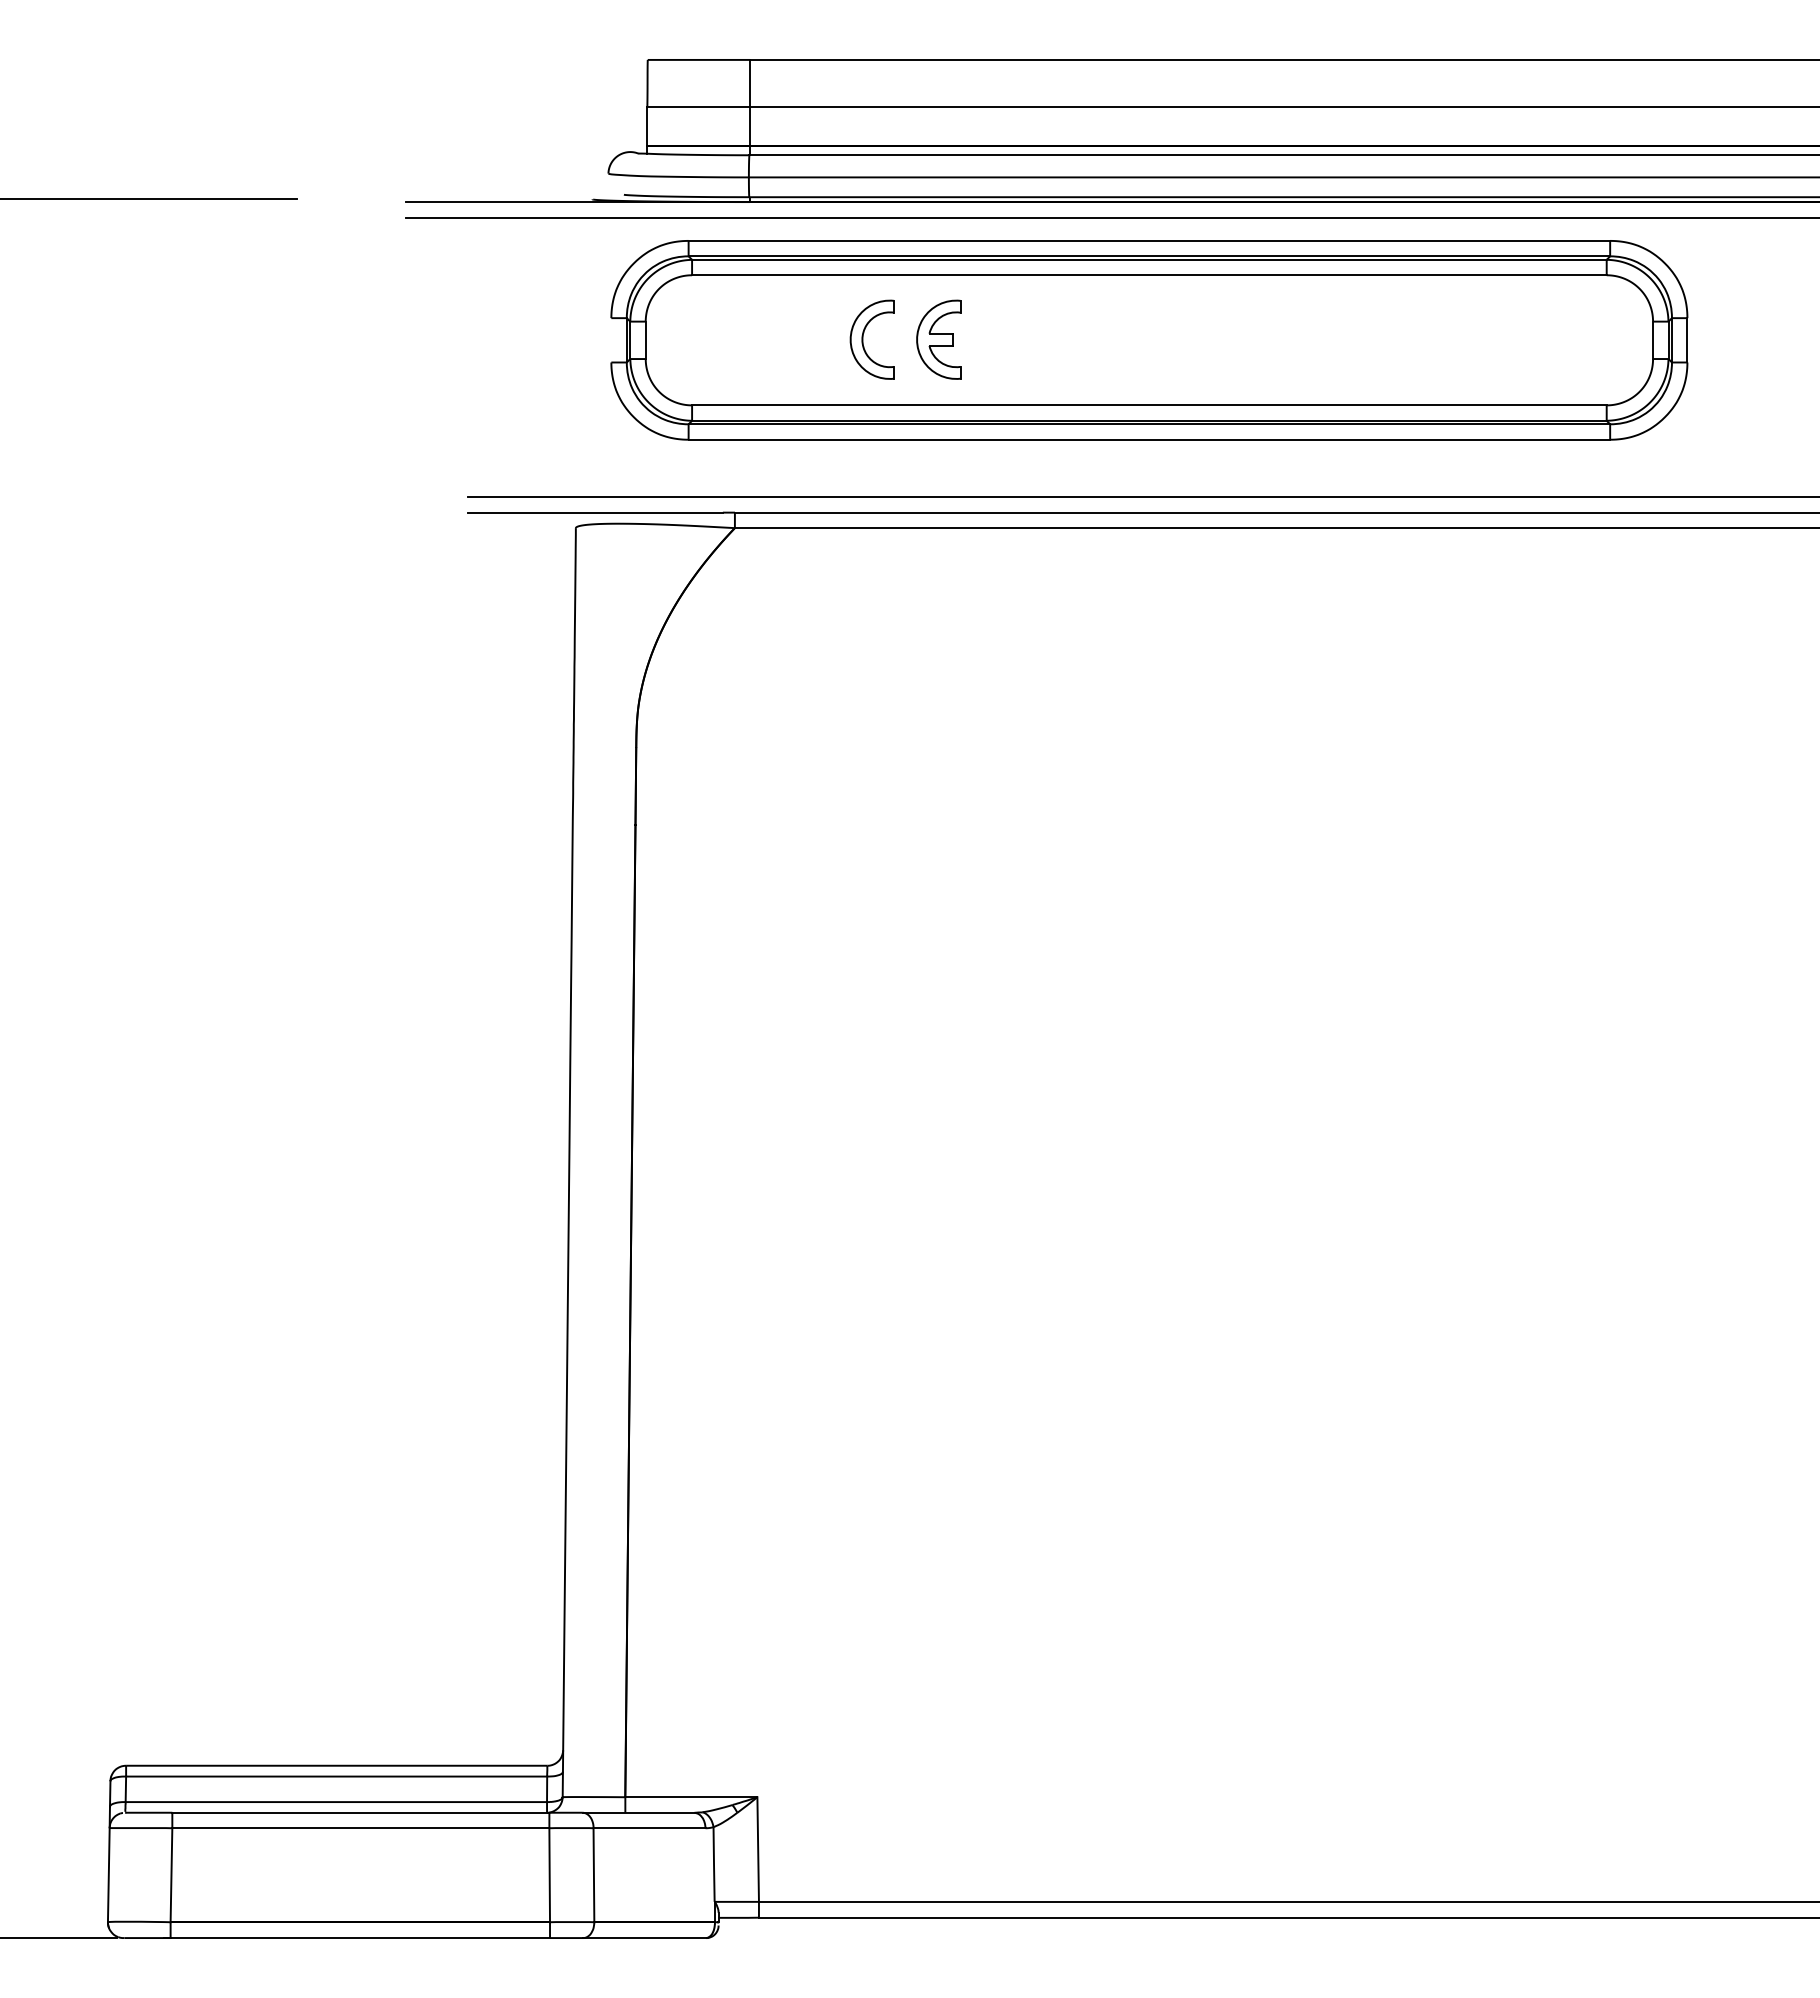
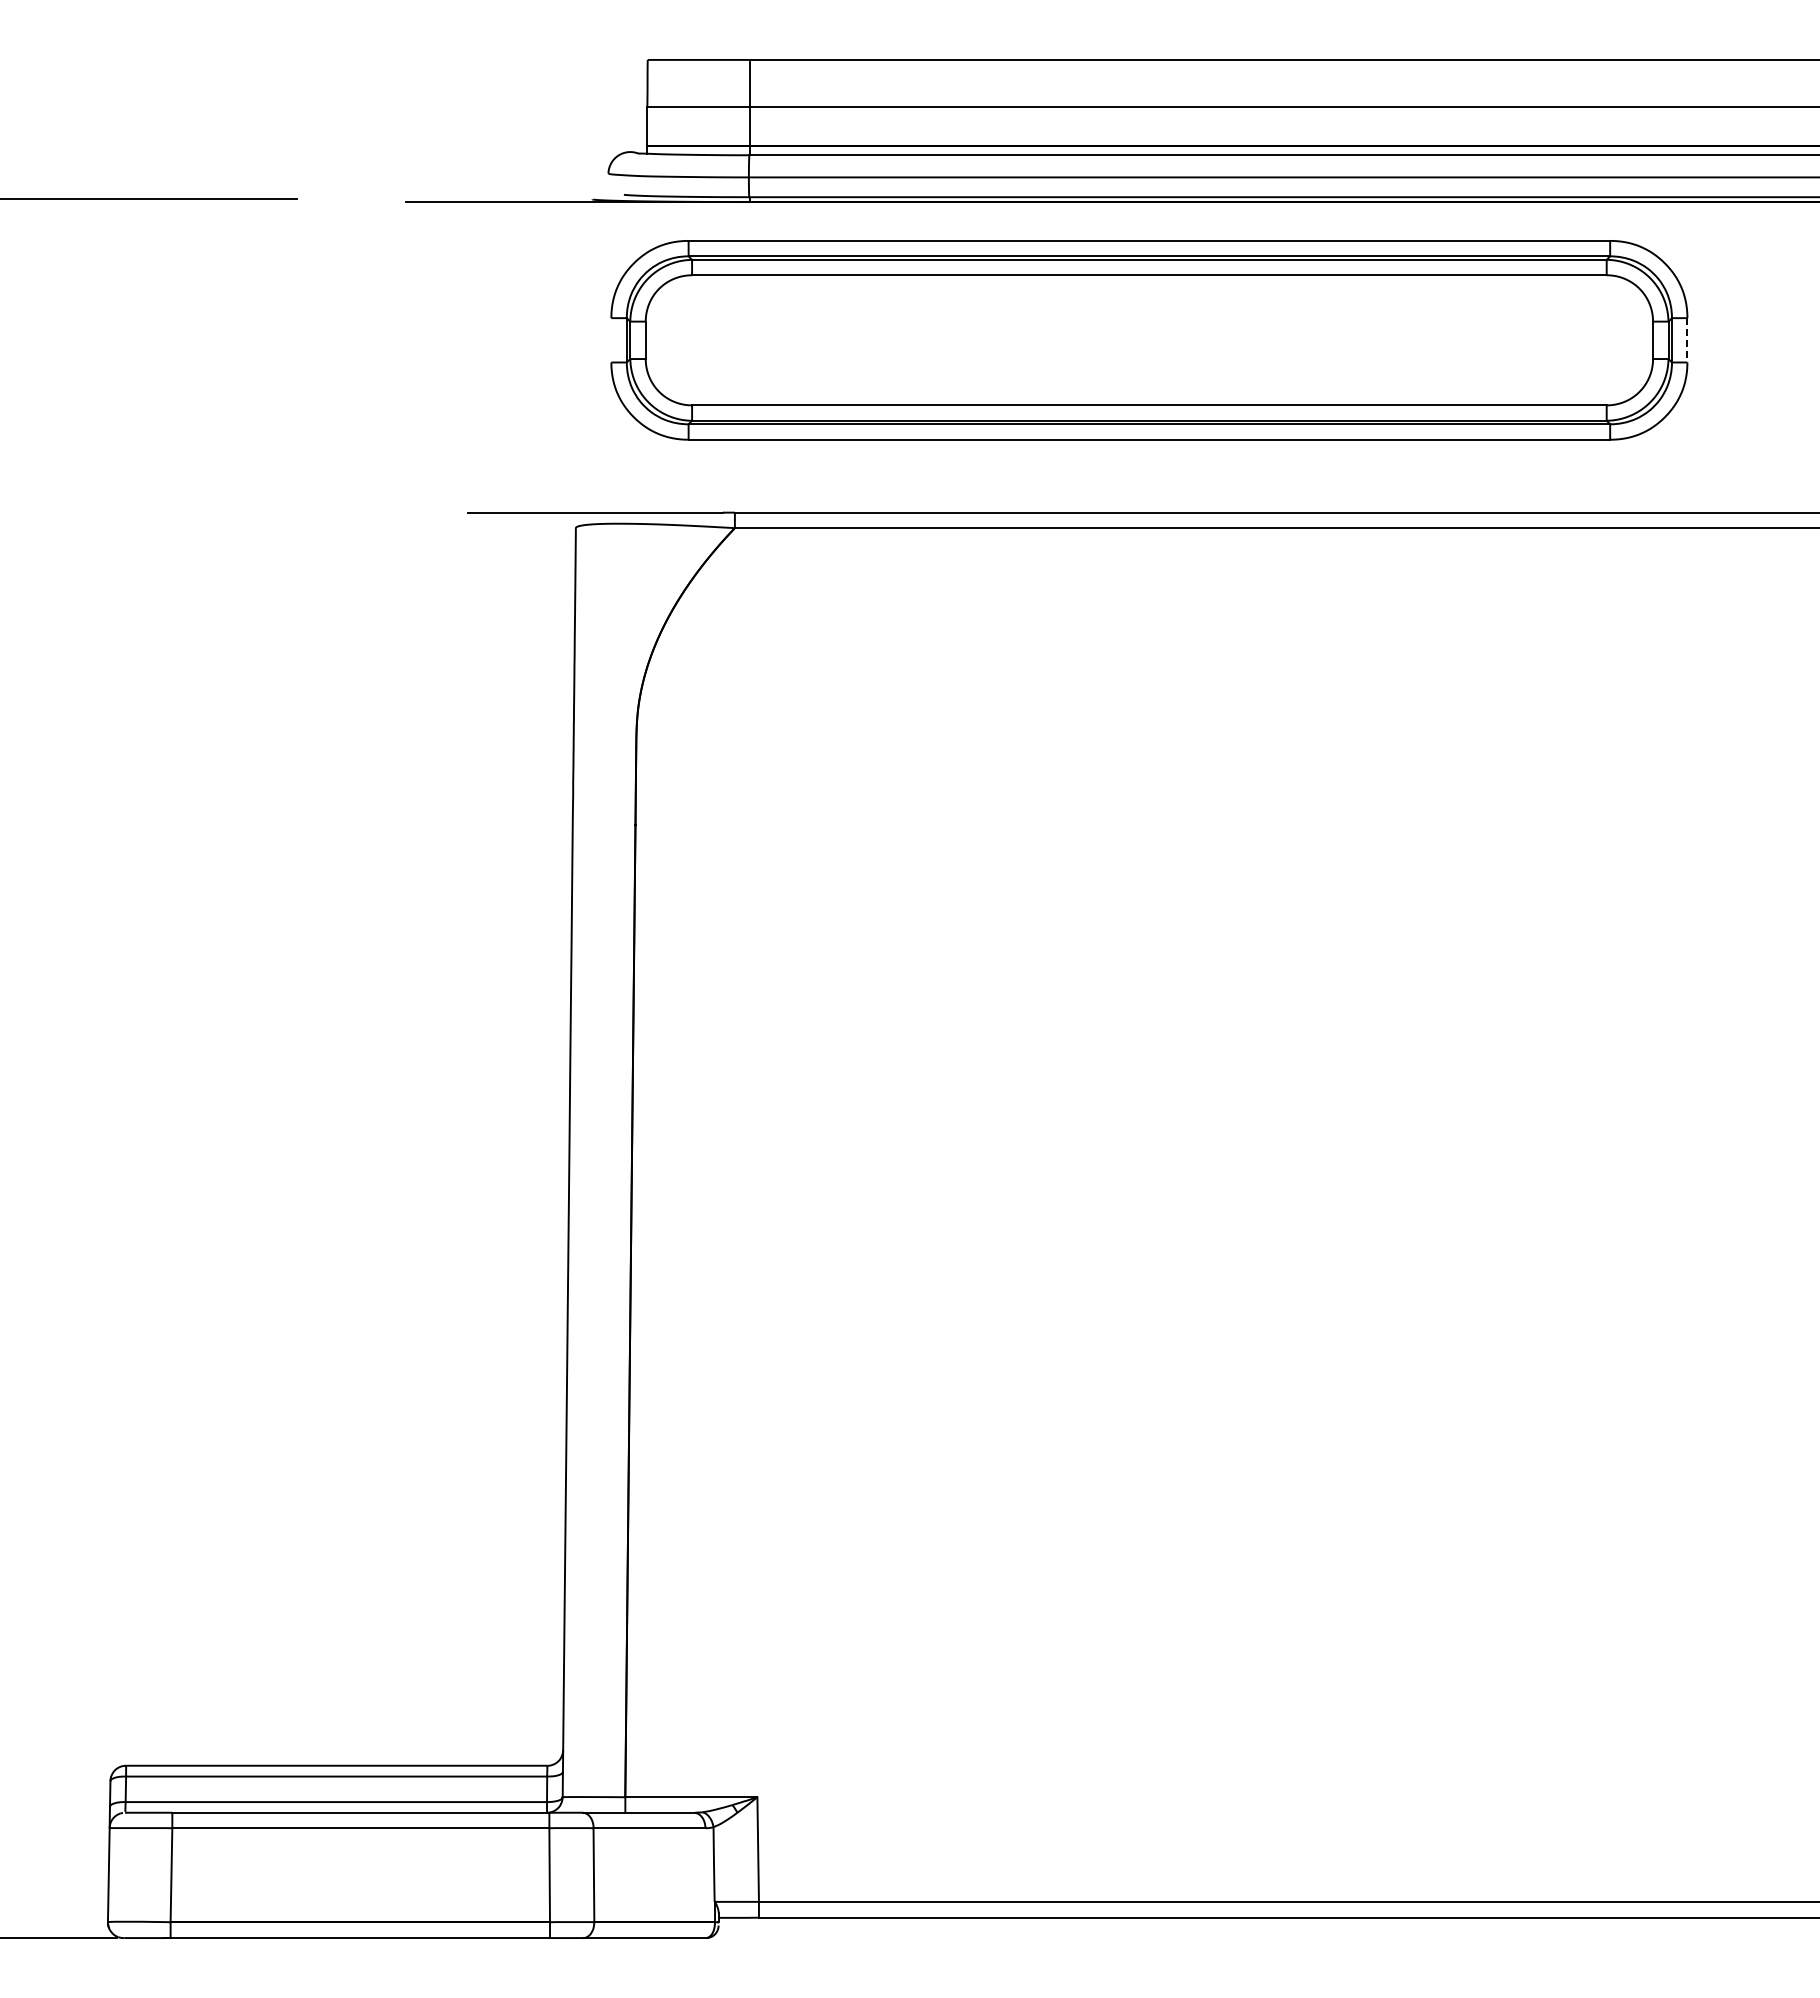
line at (1111, 217): present -> none
part at (863, 339): present -> none
part at (938, 339): present -> none
line at (1687, 340): solid -> dashed
line at (1141, 496): present -> none
